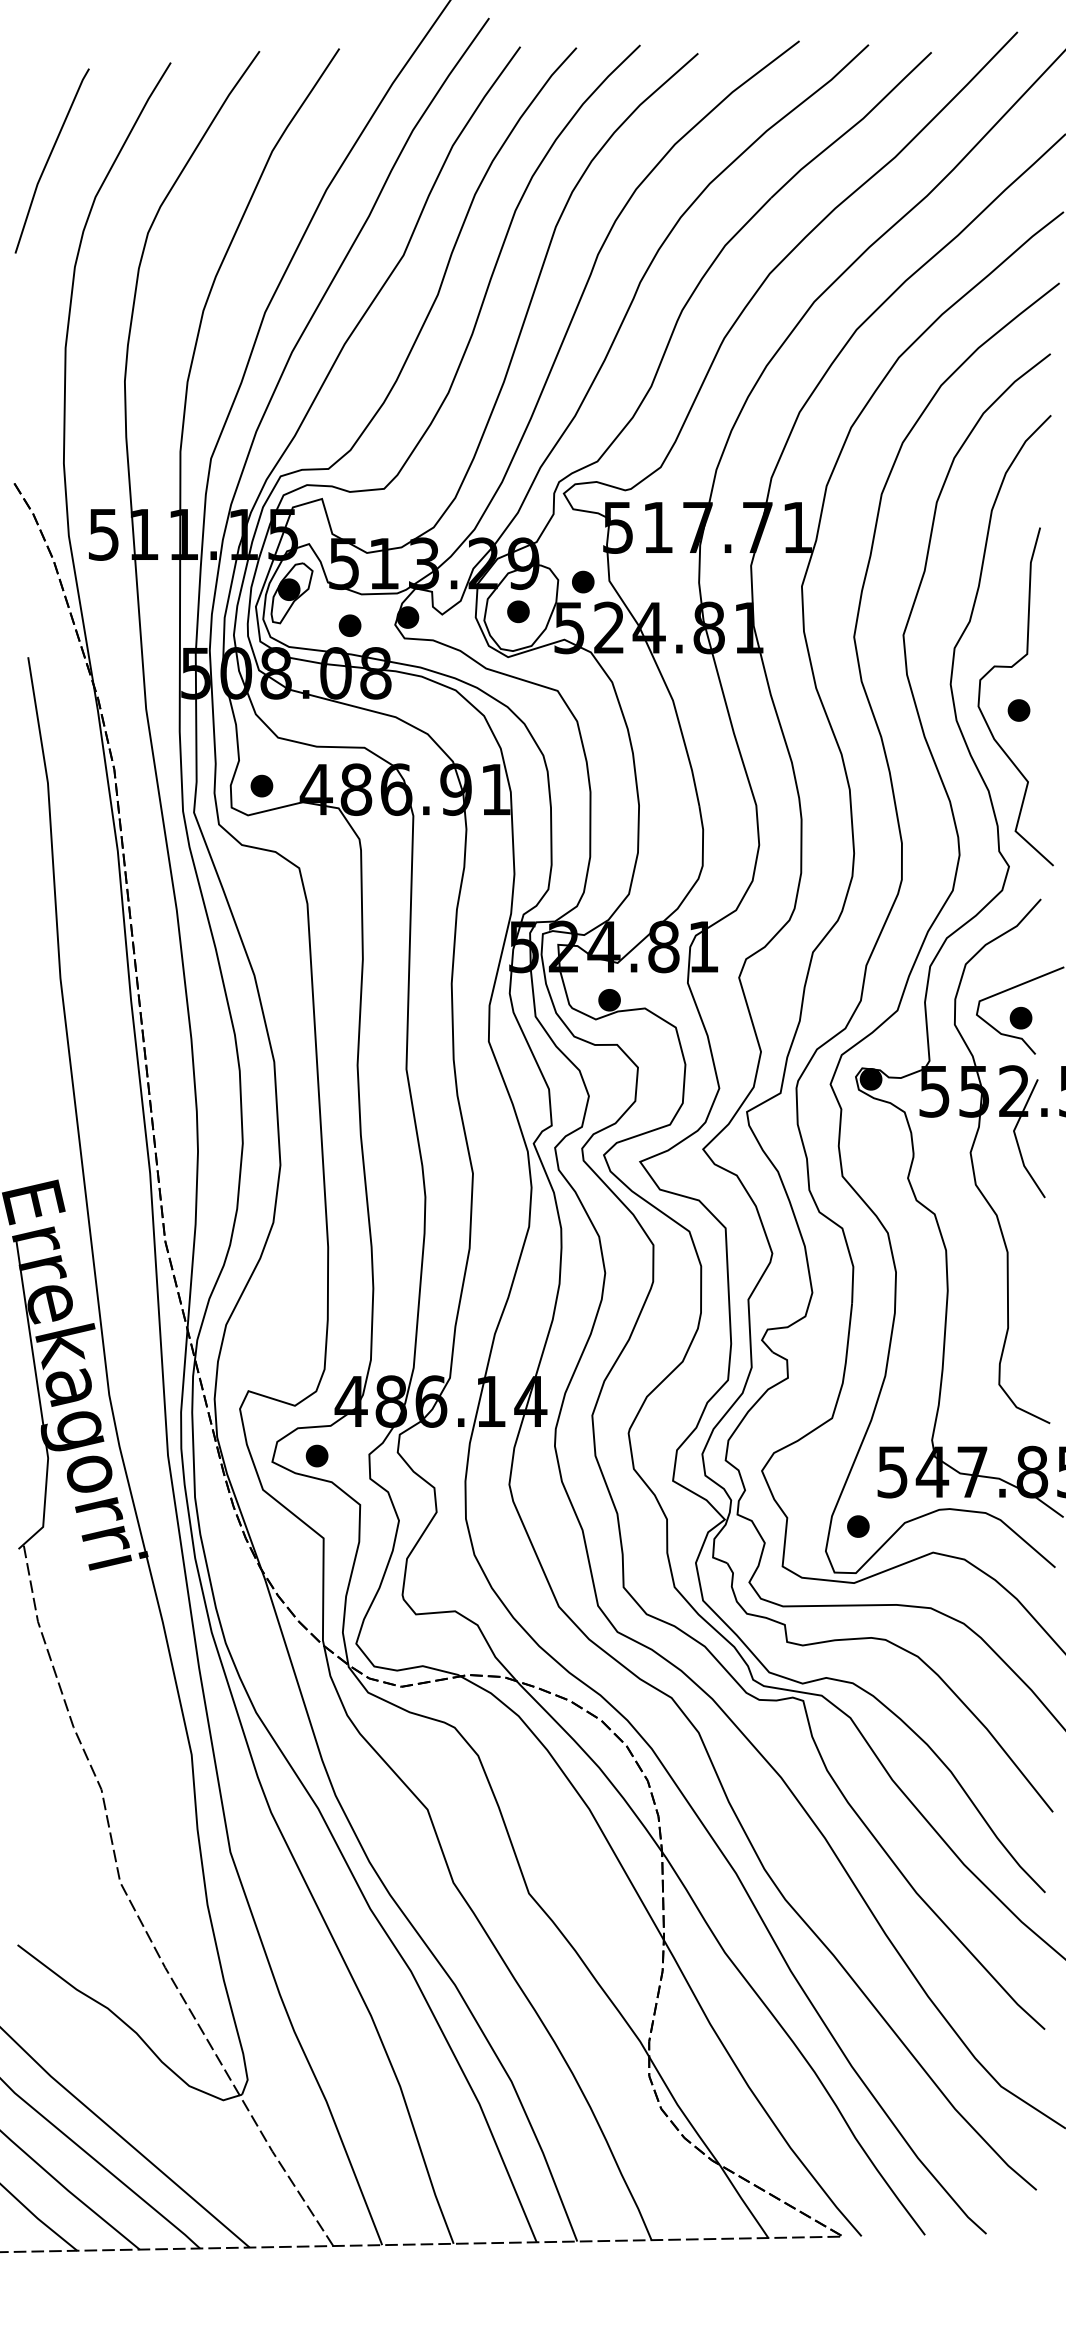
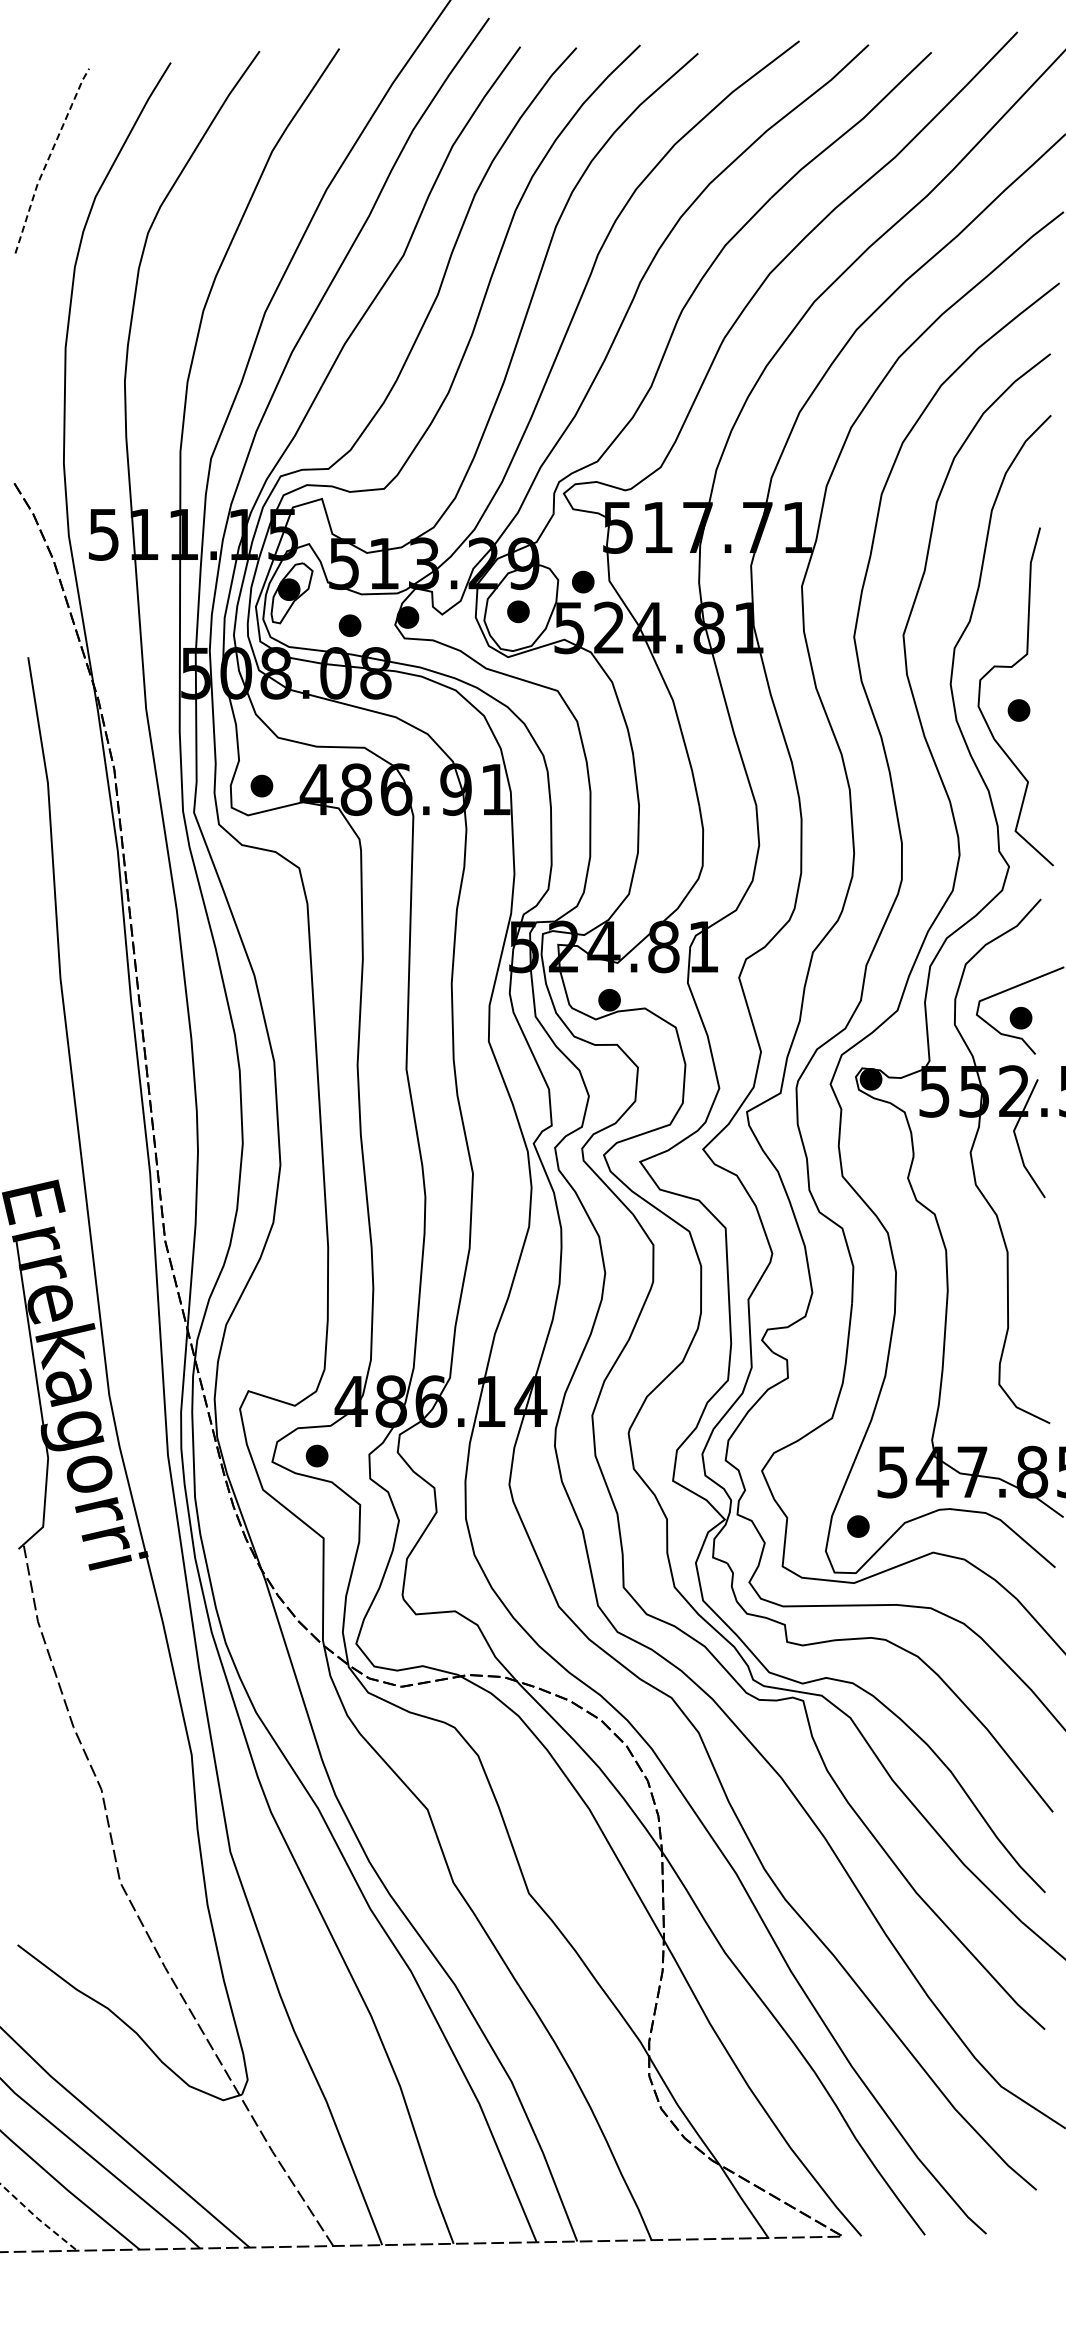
line at (48, 159): solid -> dashed
line at (37, 2218): solid -> dashed
